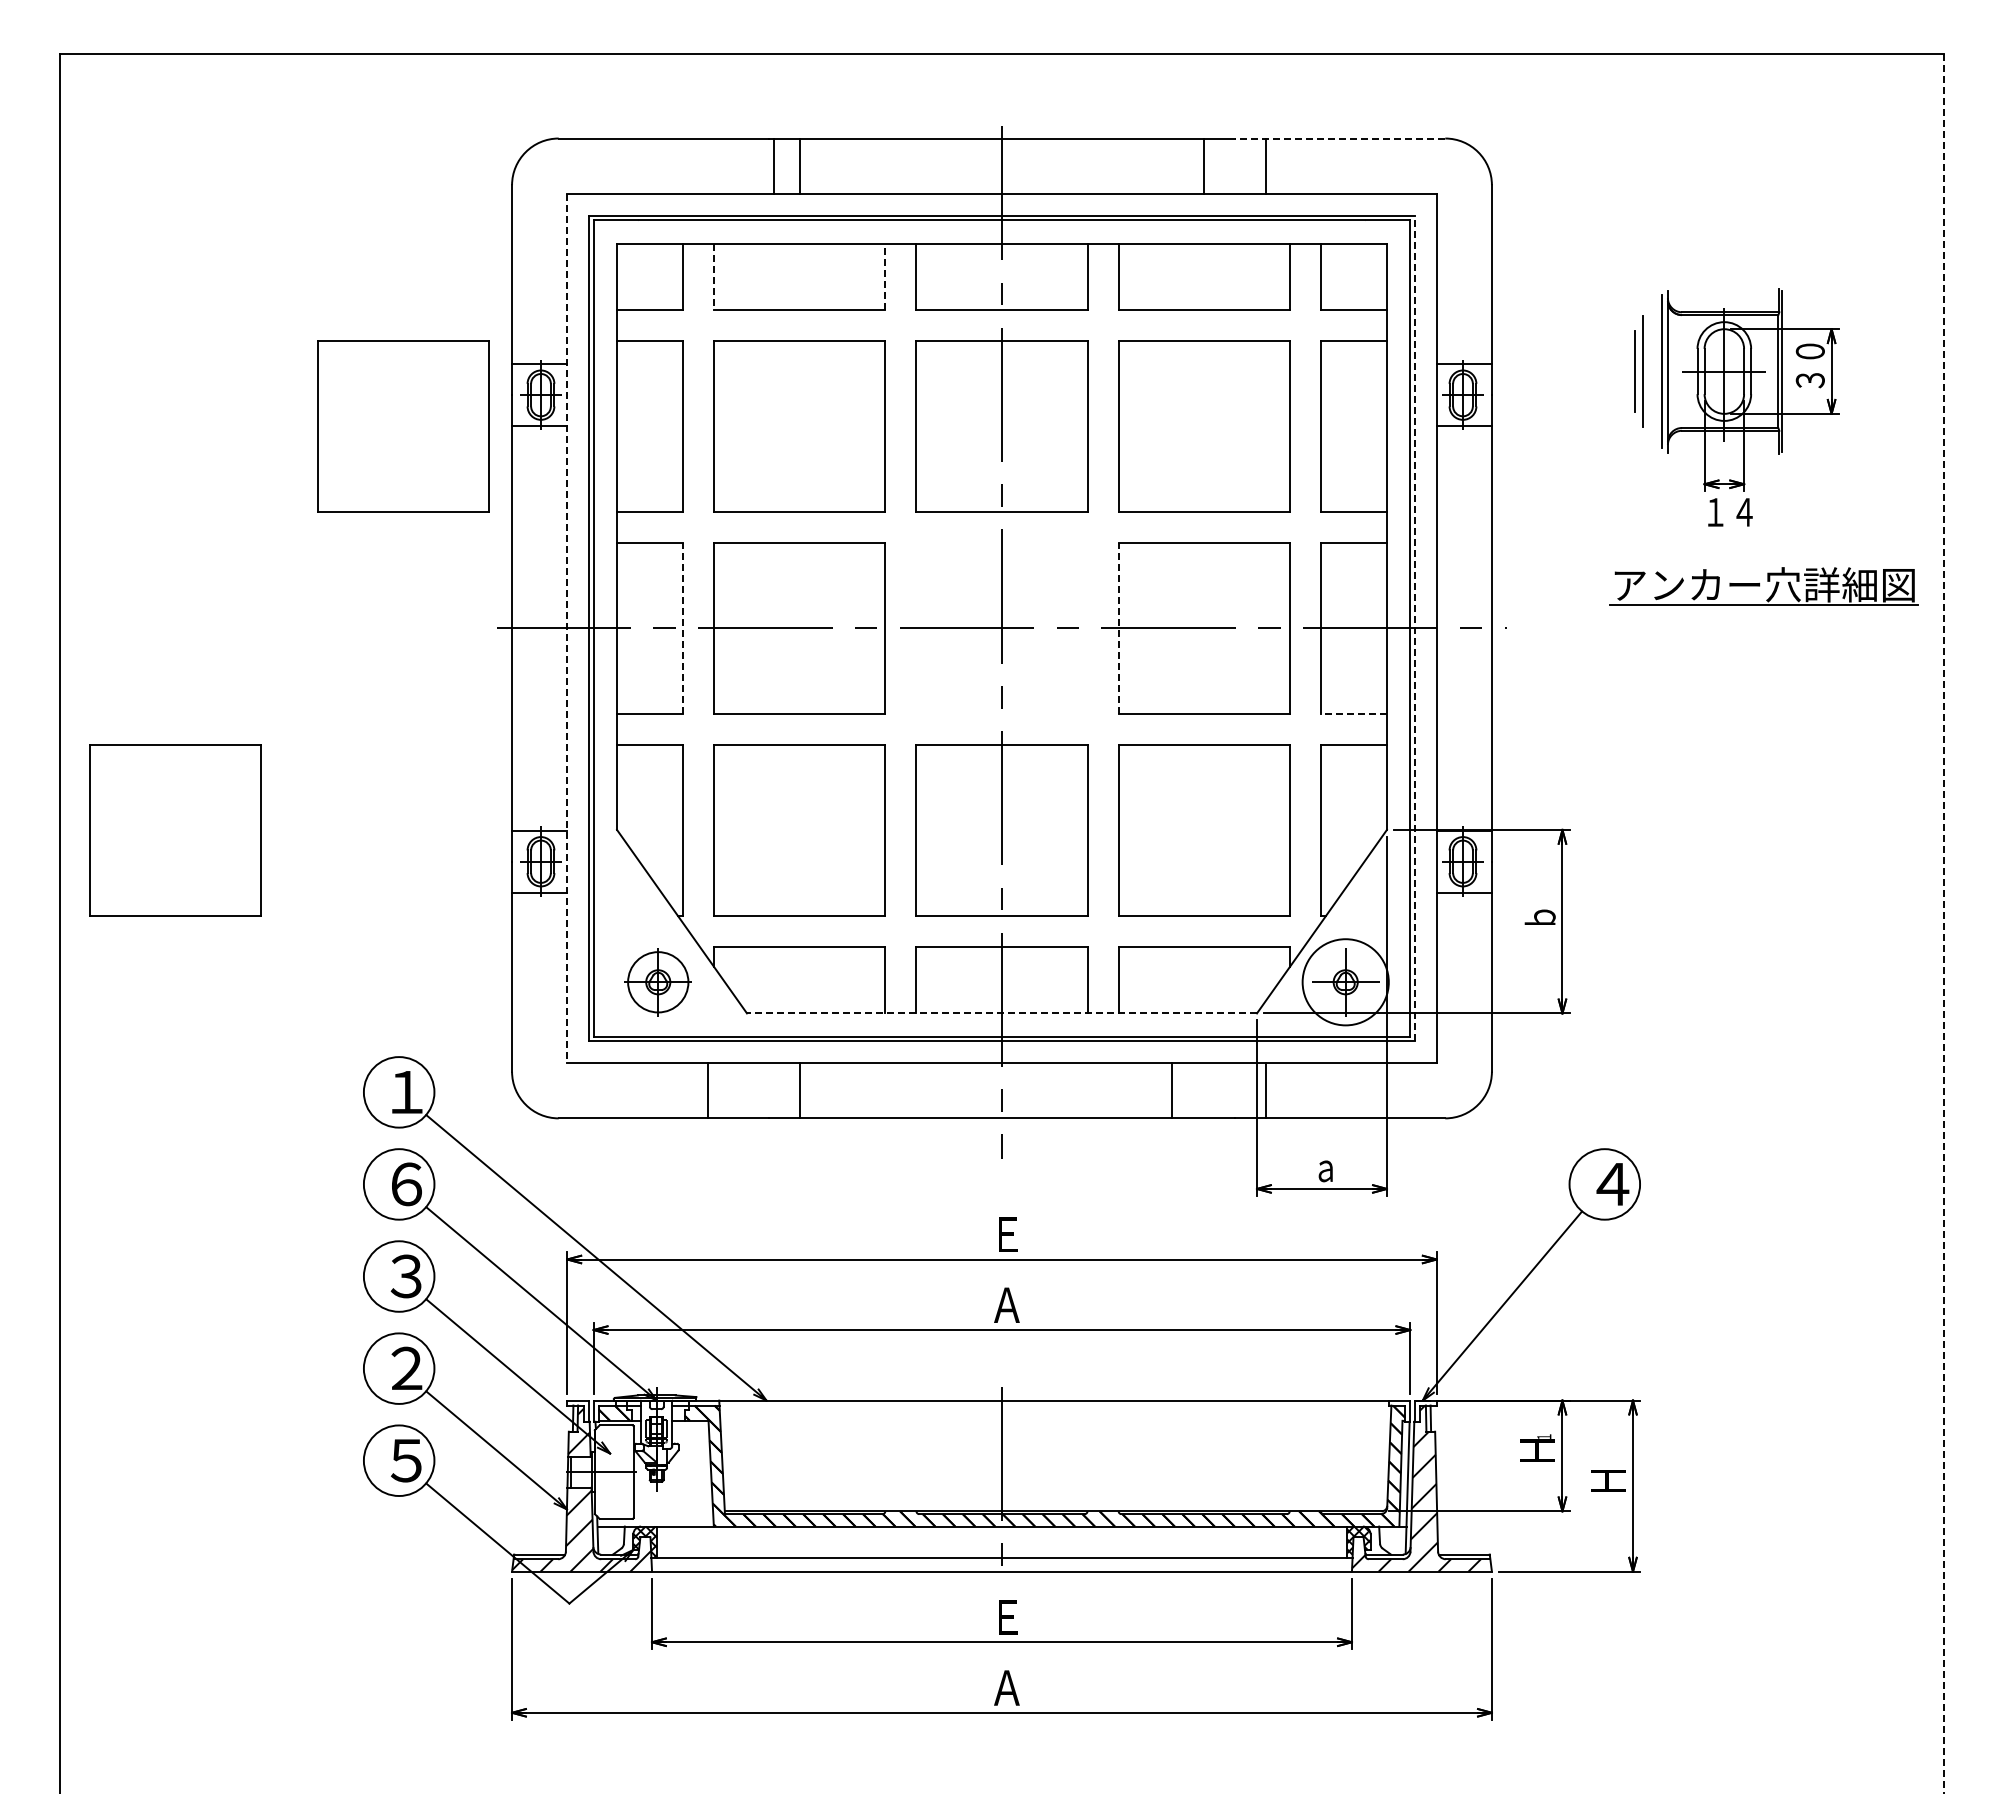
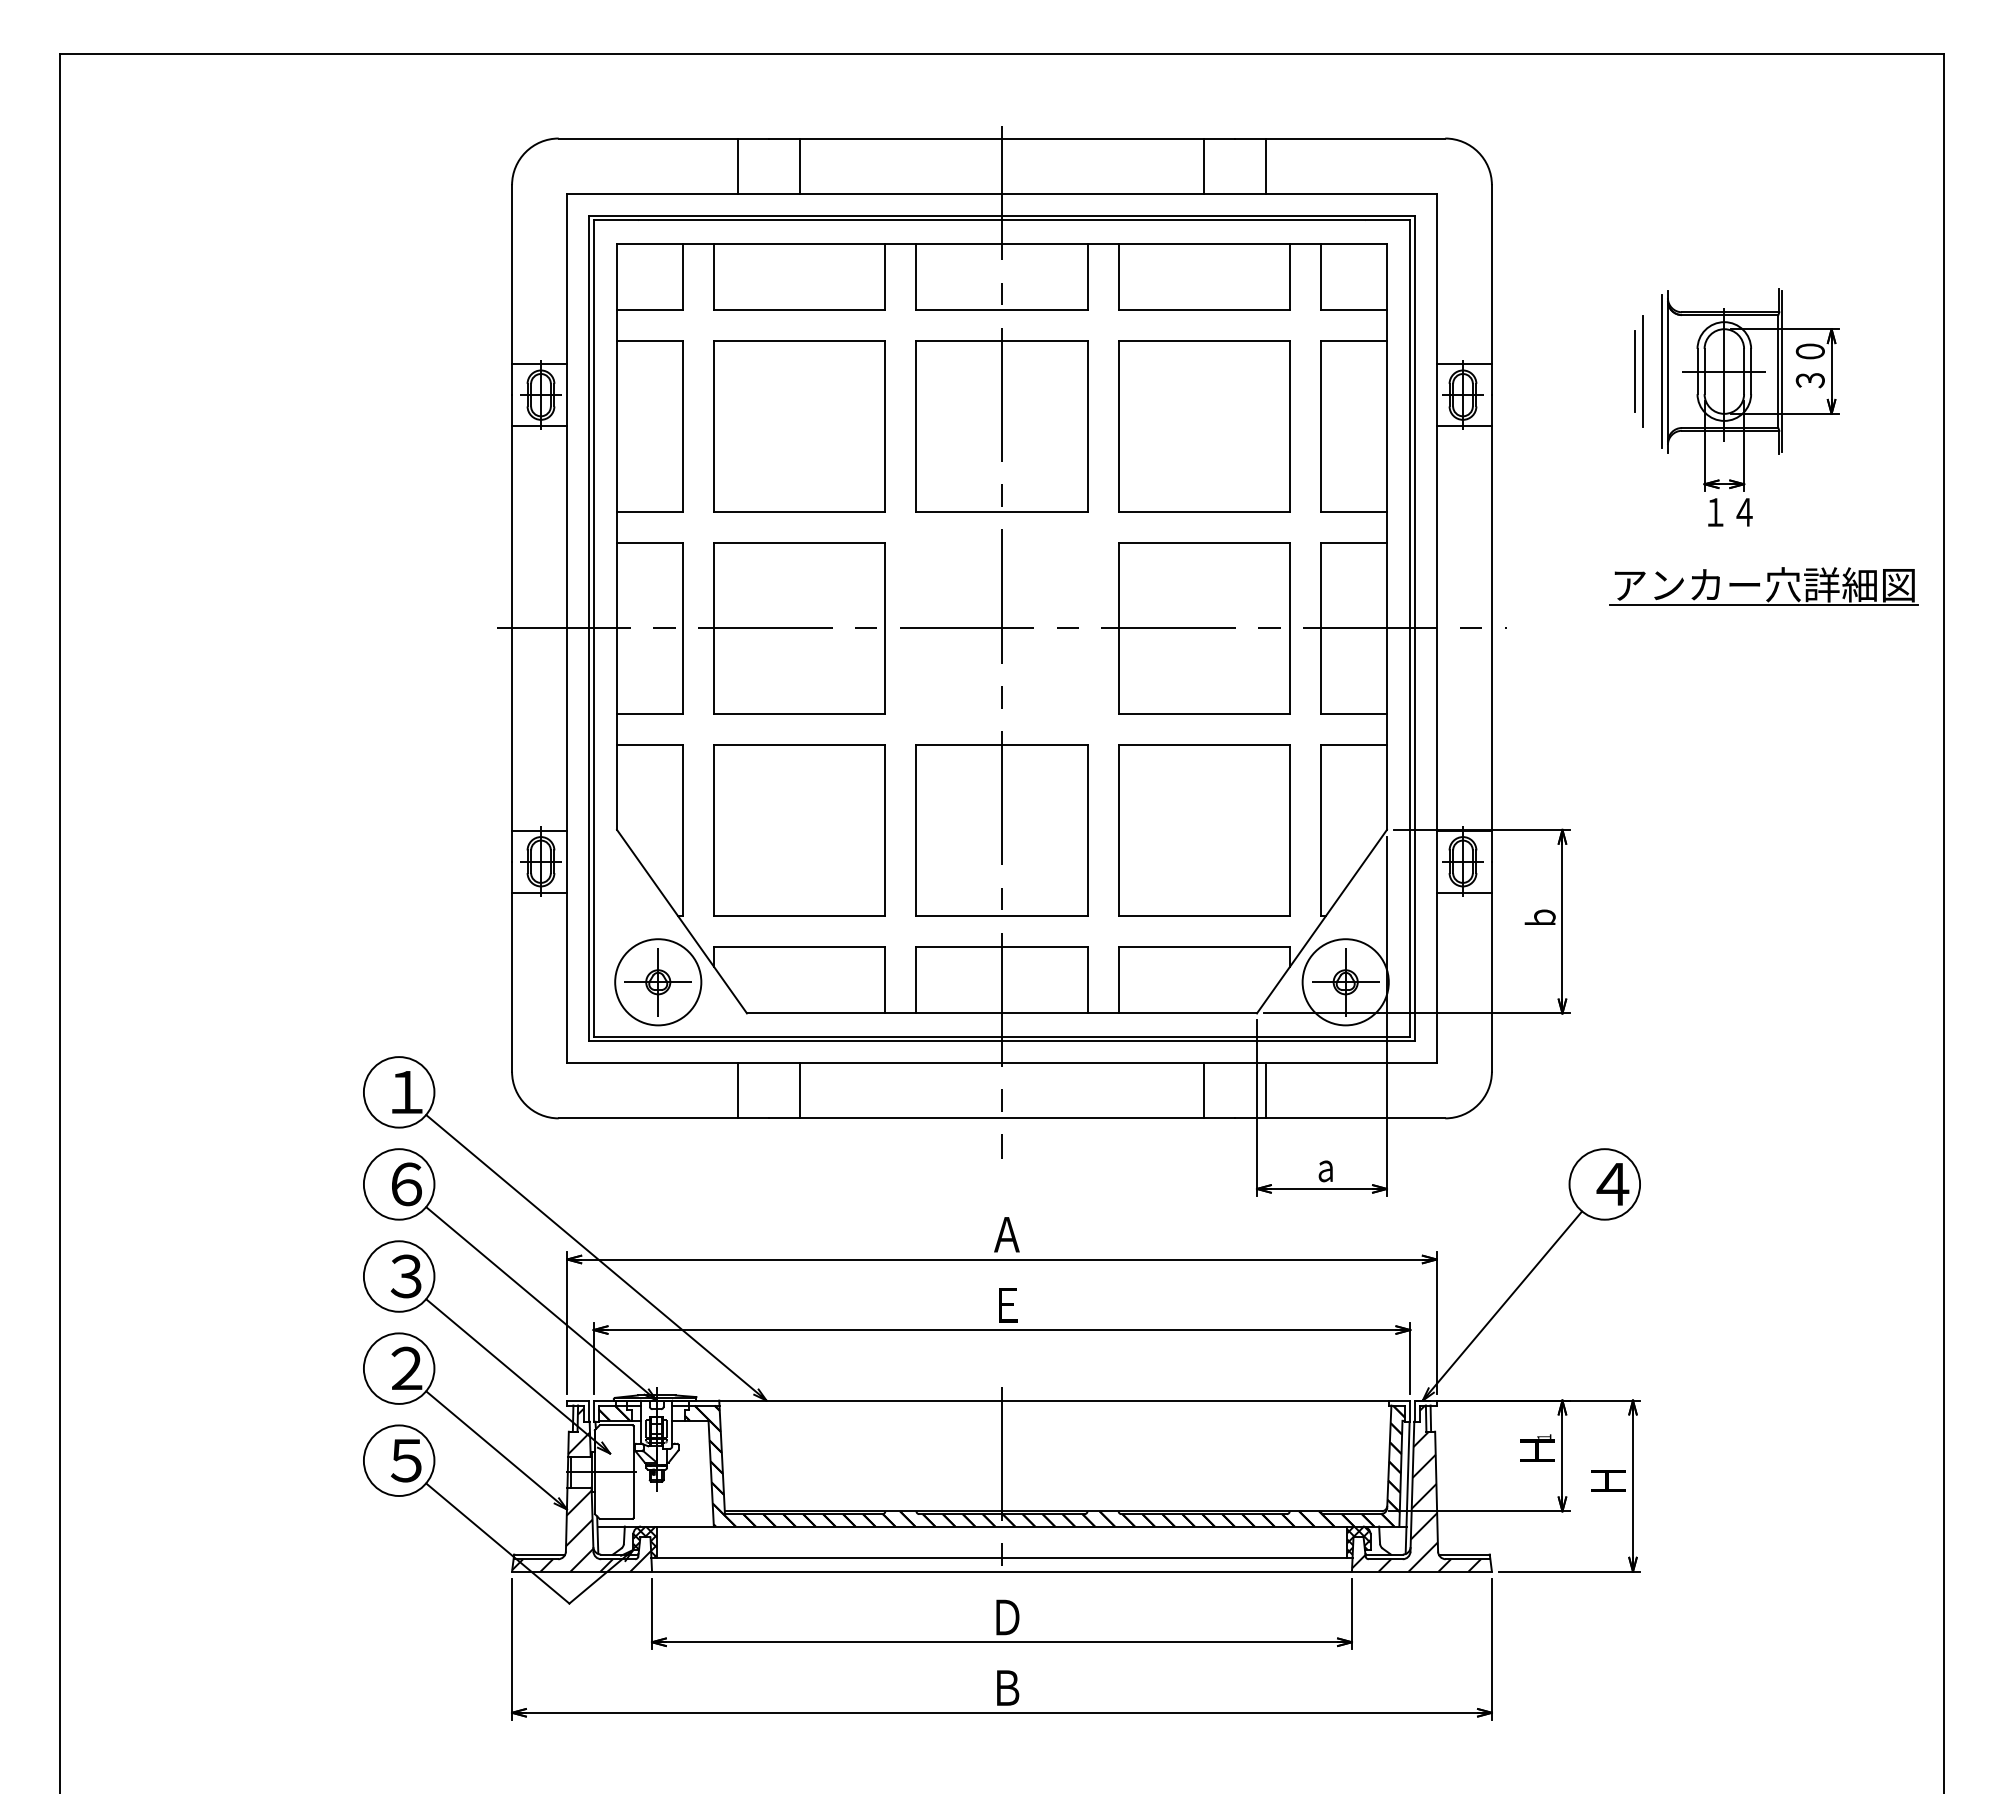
line at (1340, 138): dashed -> solid
line at (773, 165) position: (773, 165) -> (737, 165)
line at (885, 276): dashed -> solid
line at (714, 277): dashed -> solid
part at (403, 426): present -> none
line at (567, 628): dashed -> solid
line at (683, 628): dashed -> solid
line at (1118, 628): dashed -> solid
line at (1414, 628): dashed -> solid
line at (1353, 714): dashed -> solid
part at (175, 830): present -> none
line at (1943, 923): dashed -> solid
circle at (658, 982) diameter: 60 px -> 86 px
line at (1001, 1013): dashed -> solid
line at (707, 1090) position: (707, 1090) -> (737, 1090)
line at (1172, 1090) position: (1172, 1090) -> (1204, 1090)
text at (1006, 1234): Ｅ -> Ａ
text at (1006, 1304): Ａ -> Ｅ
text at (1007, 1617): Ｅ -> Ｄ
text at (1006, 1687): Ａ -> Ｂ
